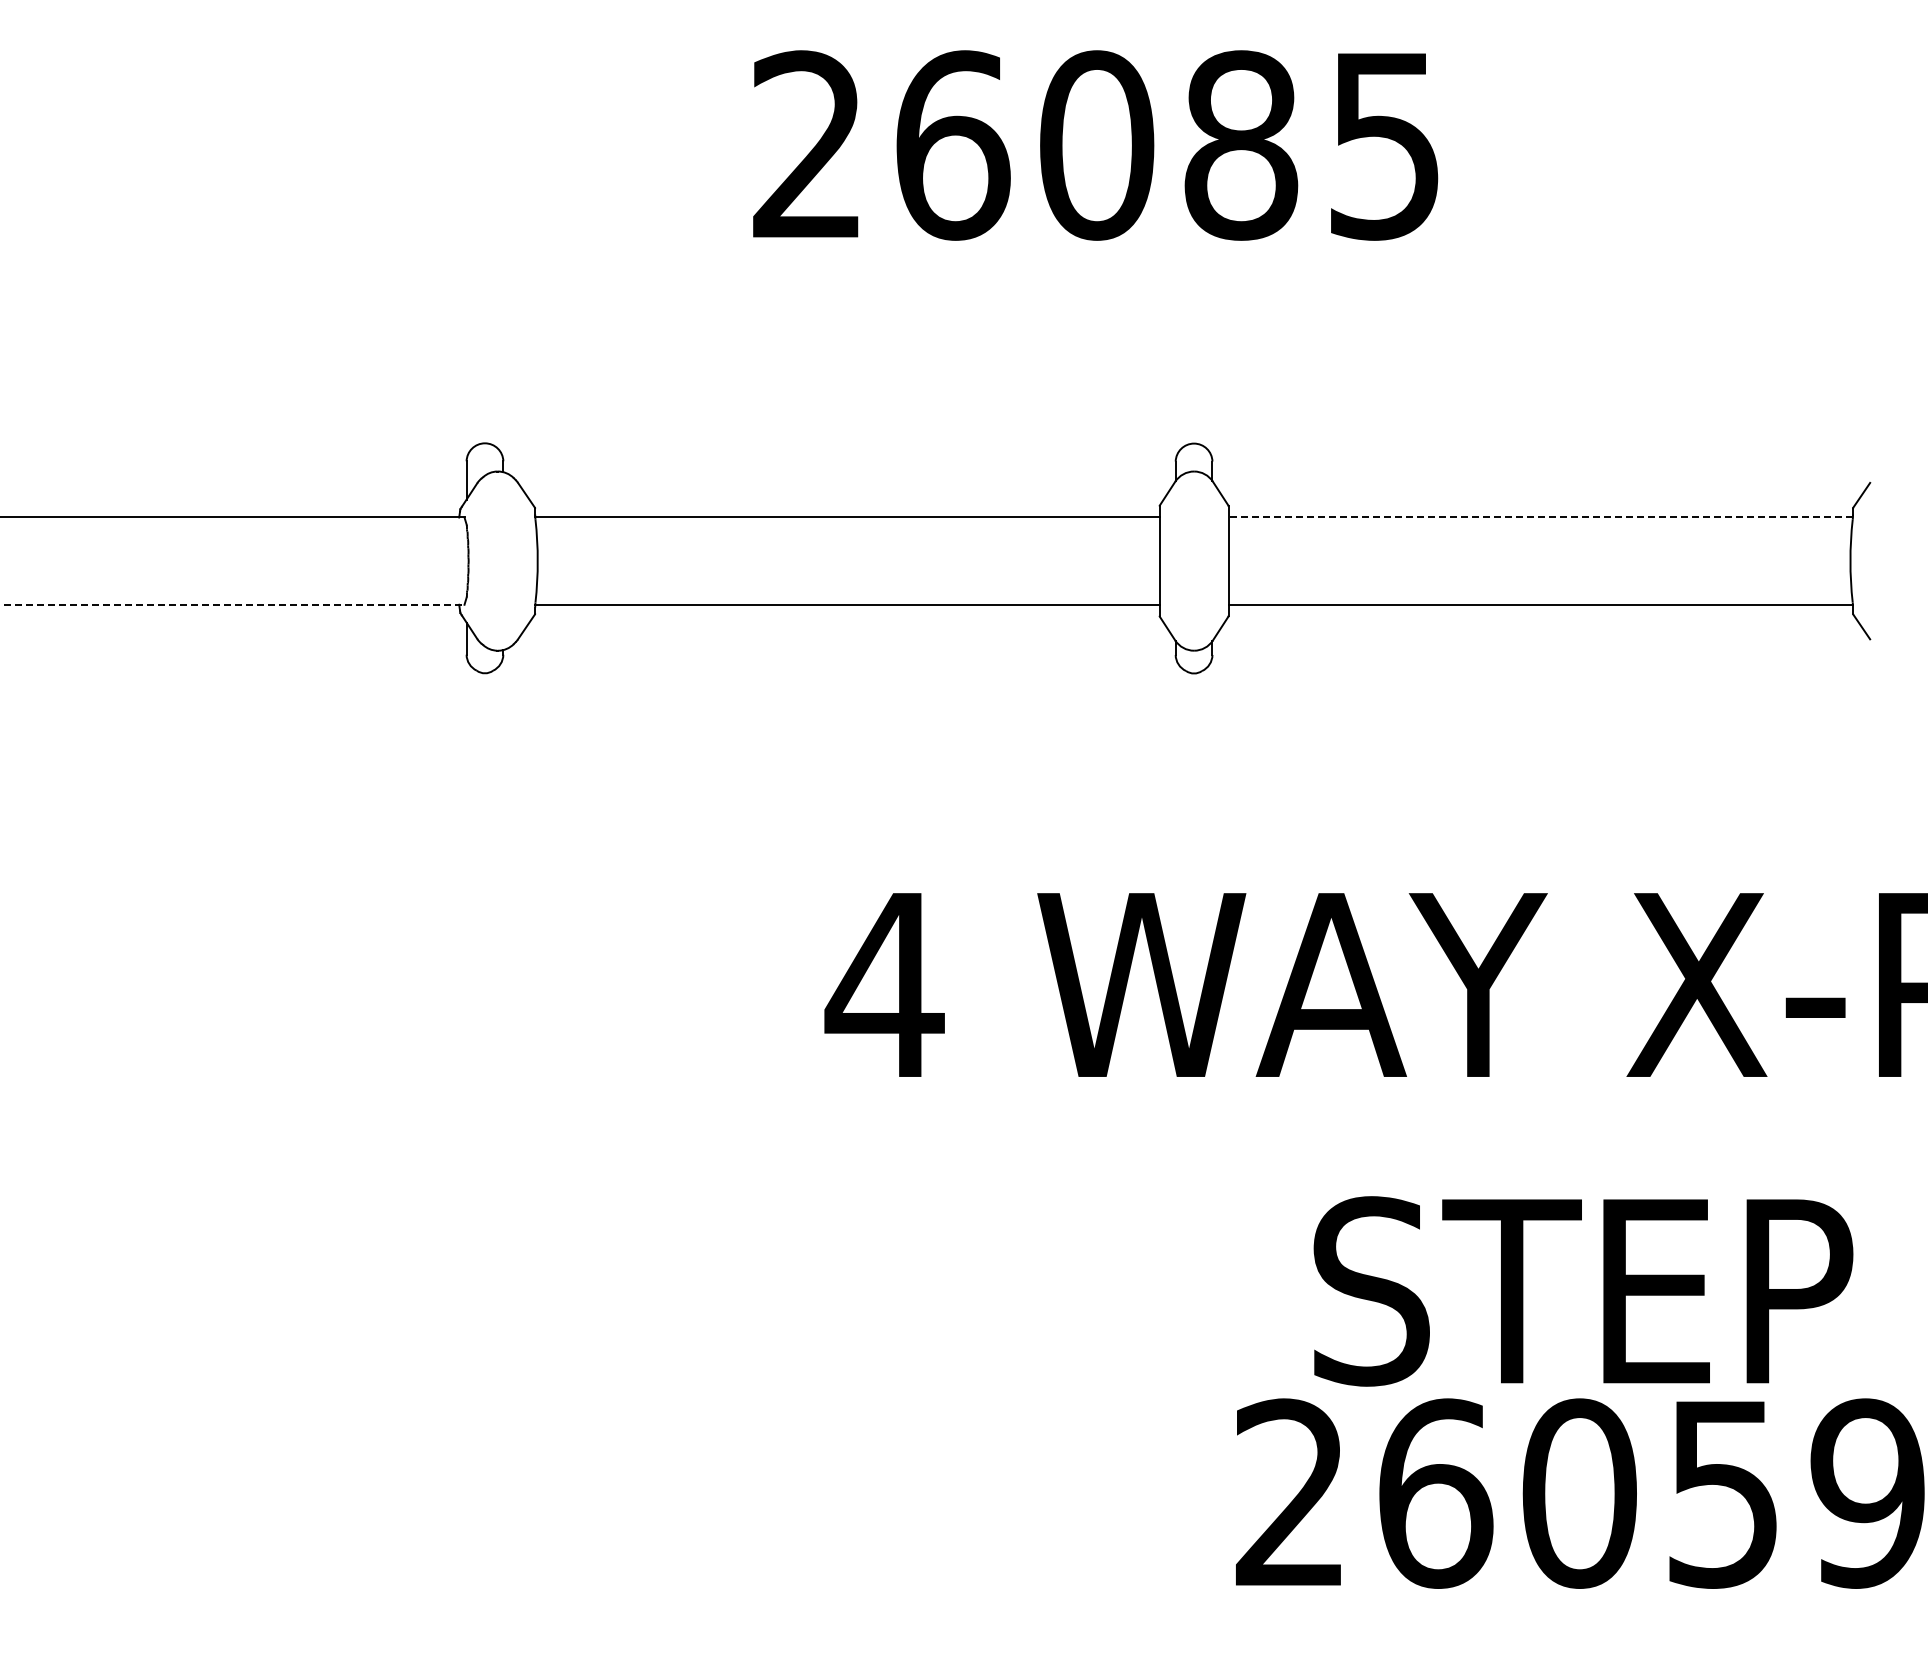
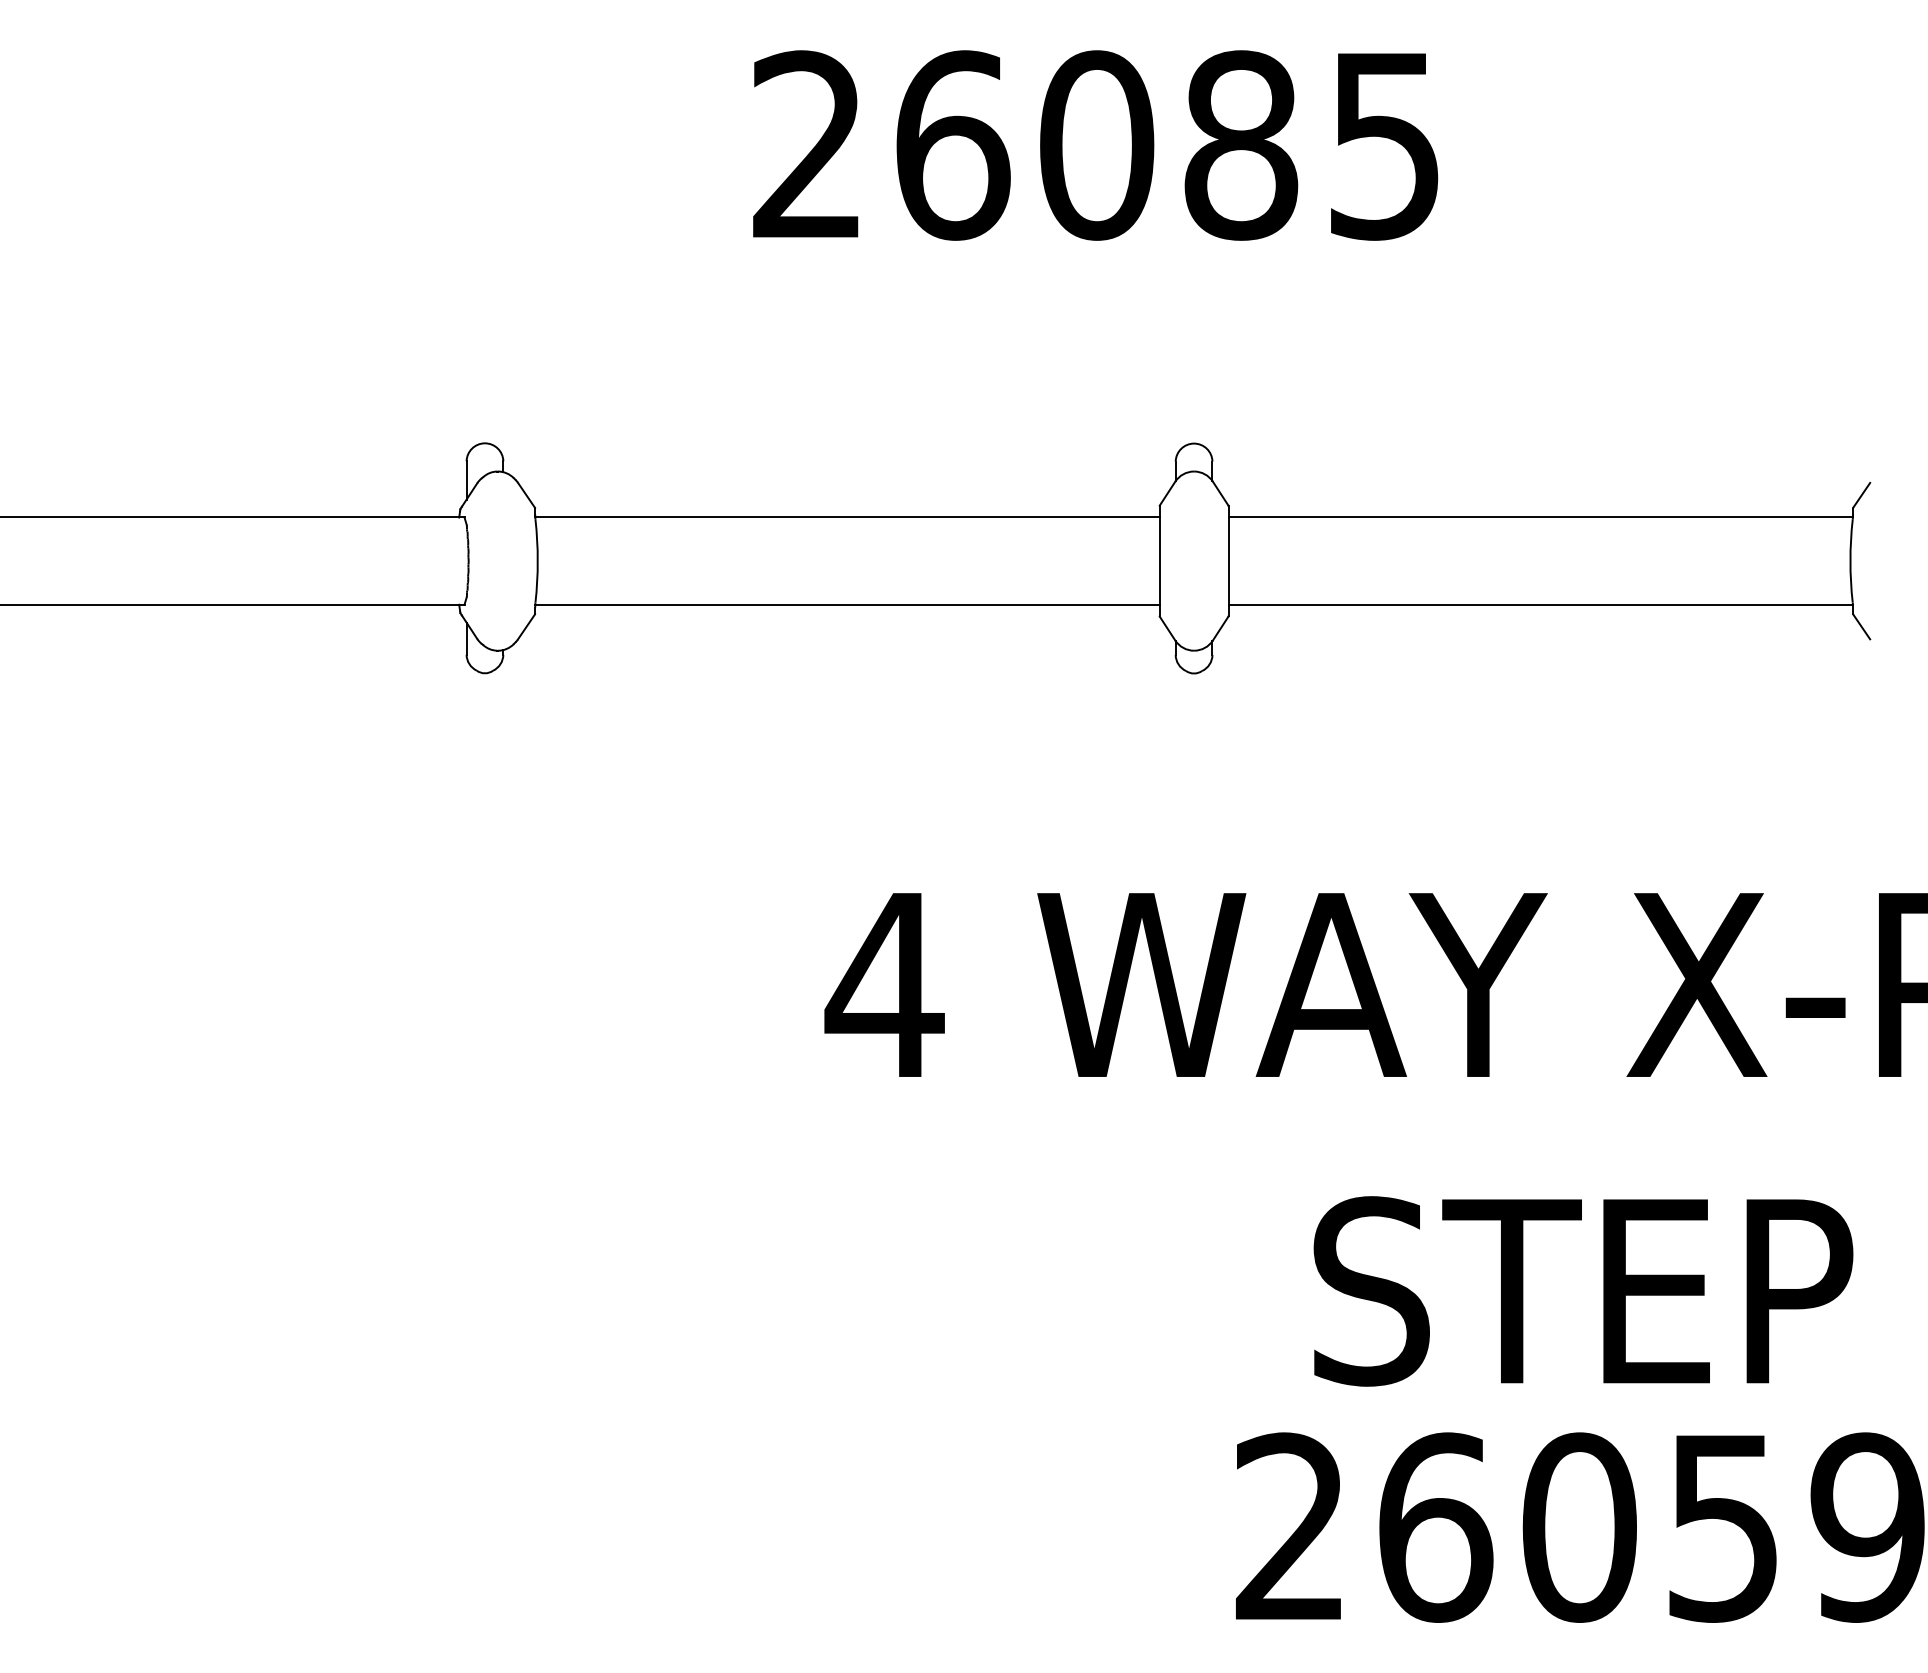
line at (1540, 517): dashed -> solid
line at (232, 604): dashed -> solid
text at (1580, 1493) position: (1580, 1493) -> (1580, 1527)
